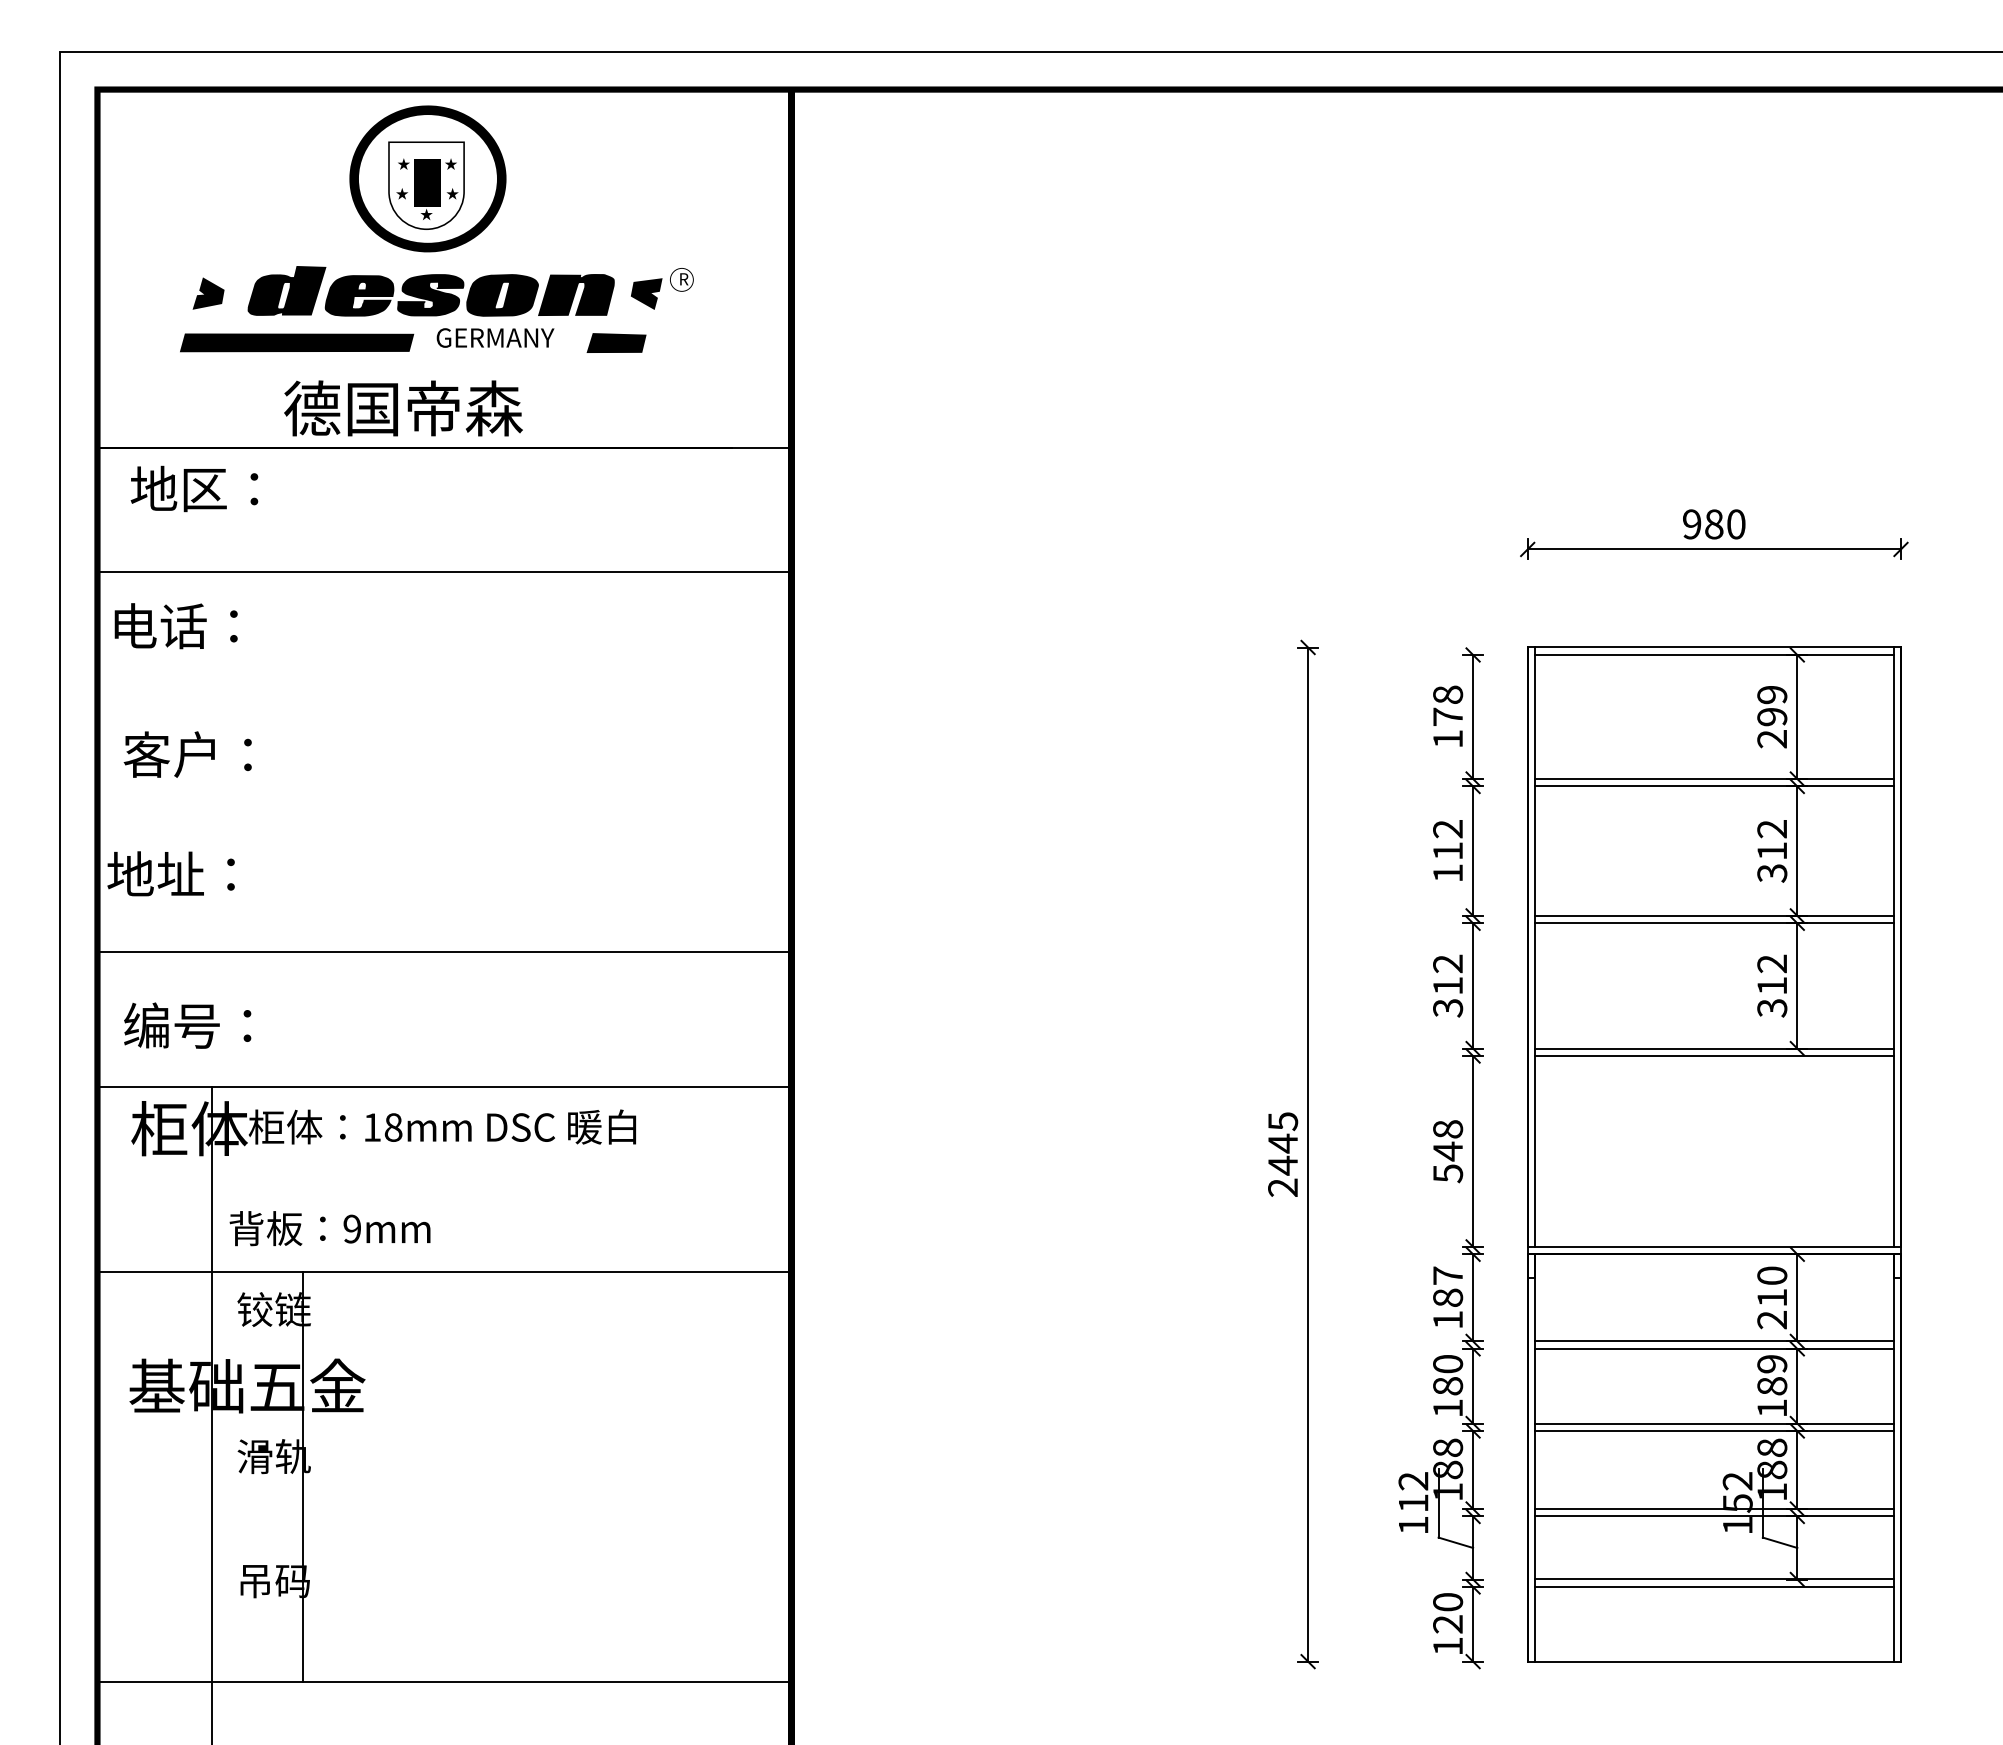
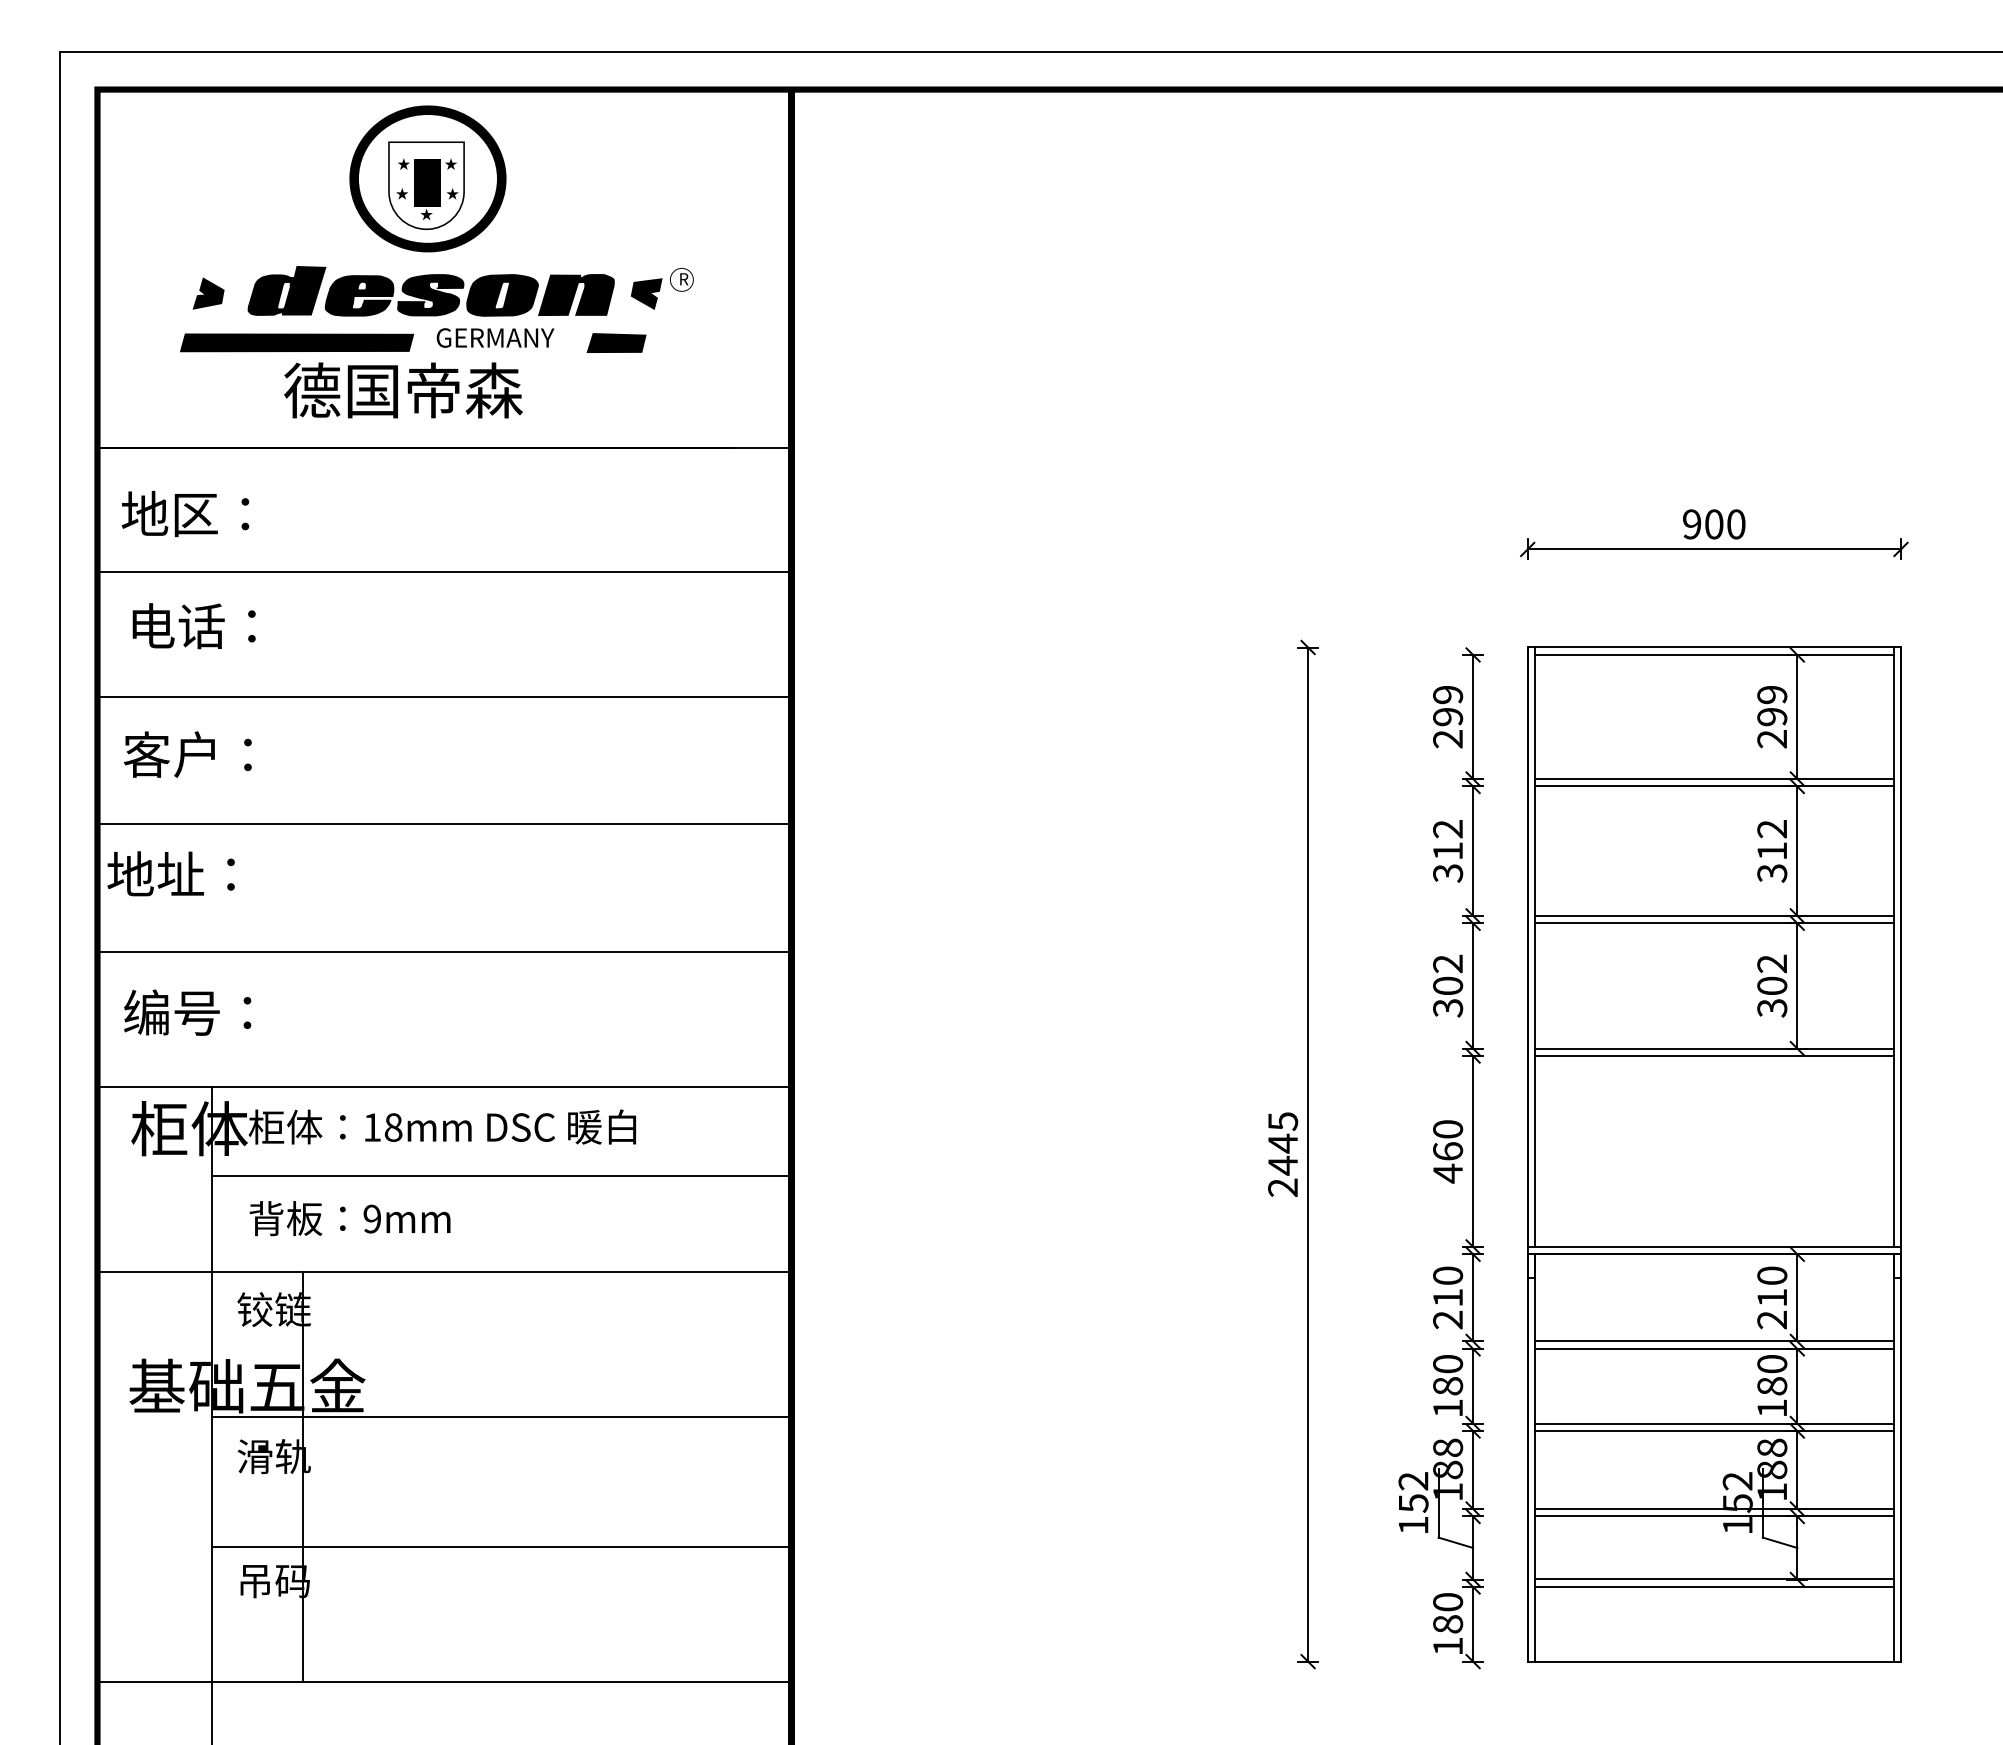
text at (403, 408) position: (403, 408) -> (403, 390)
text at (194, 488) position: (194, 488) -> (185, 513)
text at (1714, 524): 980 -> 900
text at (175, 626) position: (175, 626) -> (193, 626)
line at (446, 696): none -> present
text at (1448, 716): 178 -> 299
line at (444, 824): none -> present
text at (1448, 873): 112 -> 312
text at (1448, 985): 312 -> 302
text at (1772, 985): 312 -> 302
text at (187, 1025) position: (187, 1025) -> (187, 1012)
text at (1448, 1151): 548 -> 460
line at (501, 1176): none -> present
text at (329, 1228) position: (329, 1228) -> (349, 1218)
text at (1448, 1297): 187 -> 210
text at (1772, 1364): 189 -> 180
line at (501, 1417): none -> present
text at (1413, 1503): 112 -> 152
line at (501, 1547): none -> present
text at (1448, 1624): 120 -> 180
